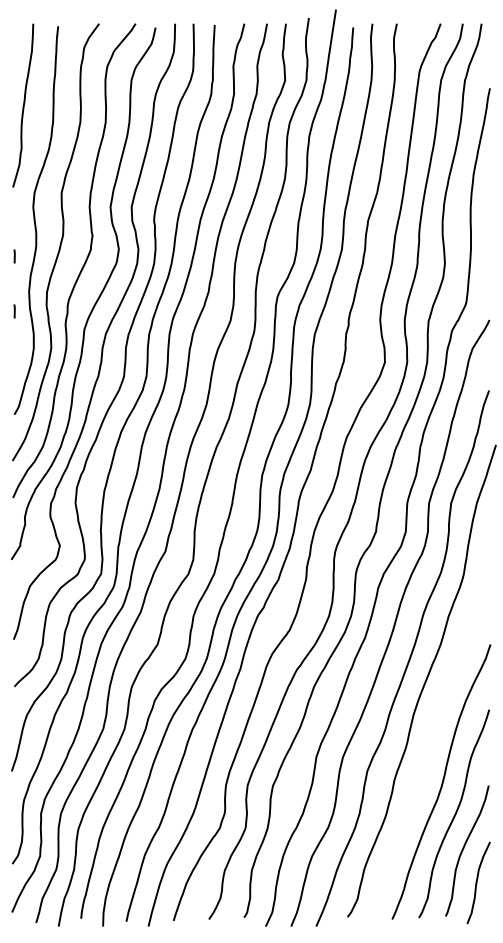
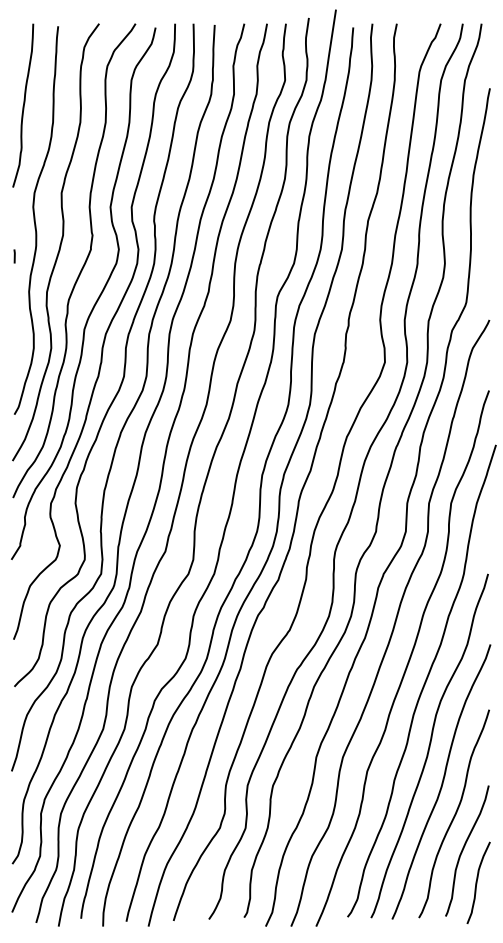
line at (14, 311): present -> none
curve at (429, 745): none -> present
